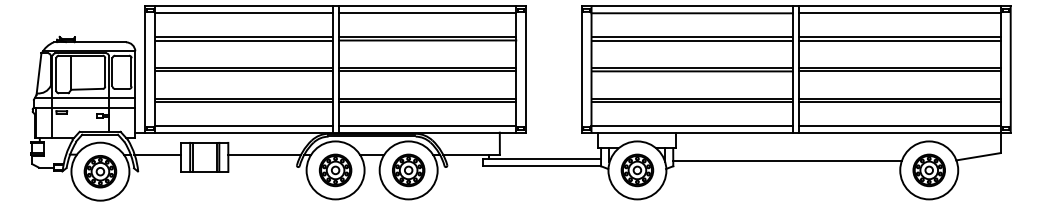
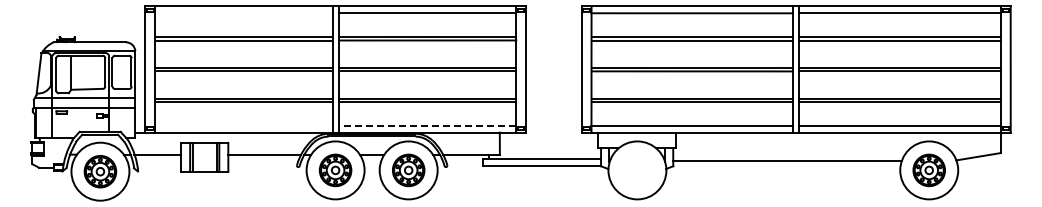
line at (243, 13): present -> none
line at (243, 125): present -> none
line at (427, 125): solid -> dashed
part at (637, 170): present -> none
